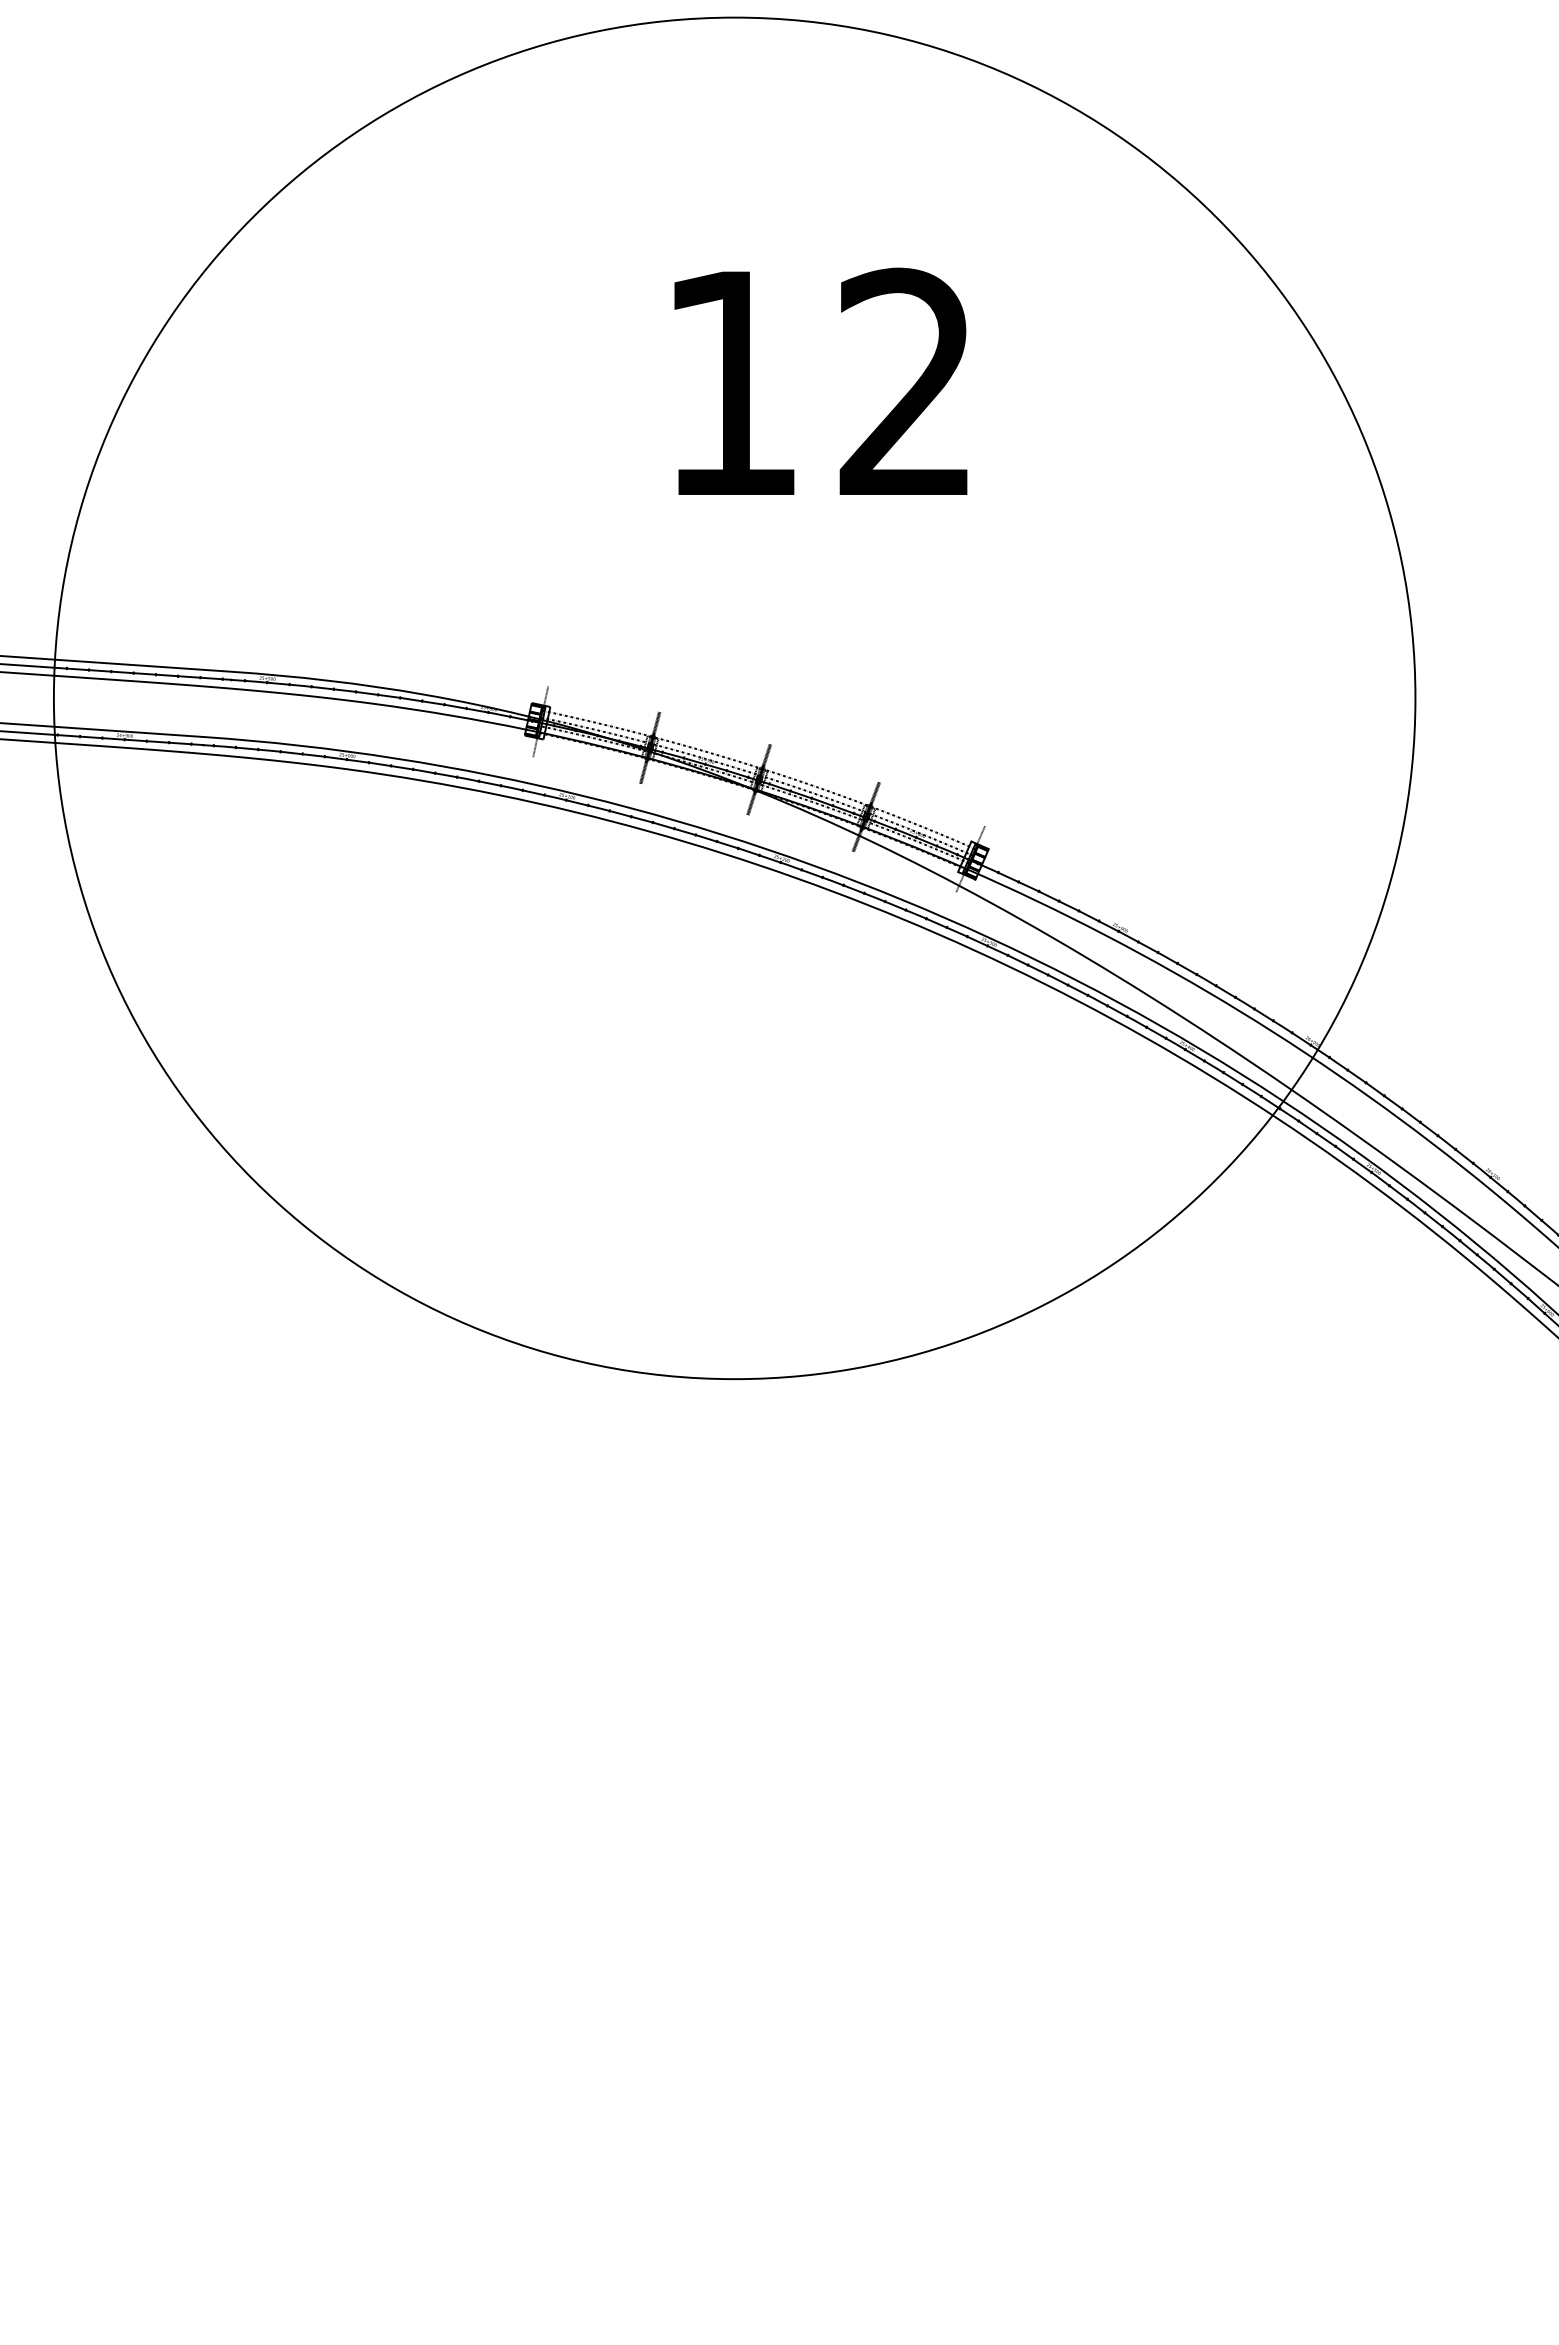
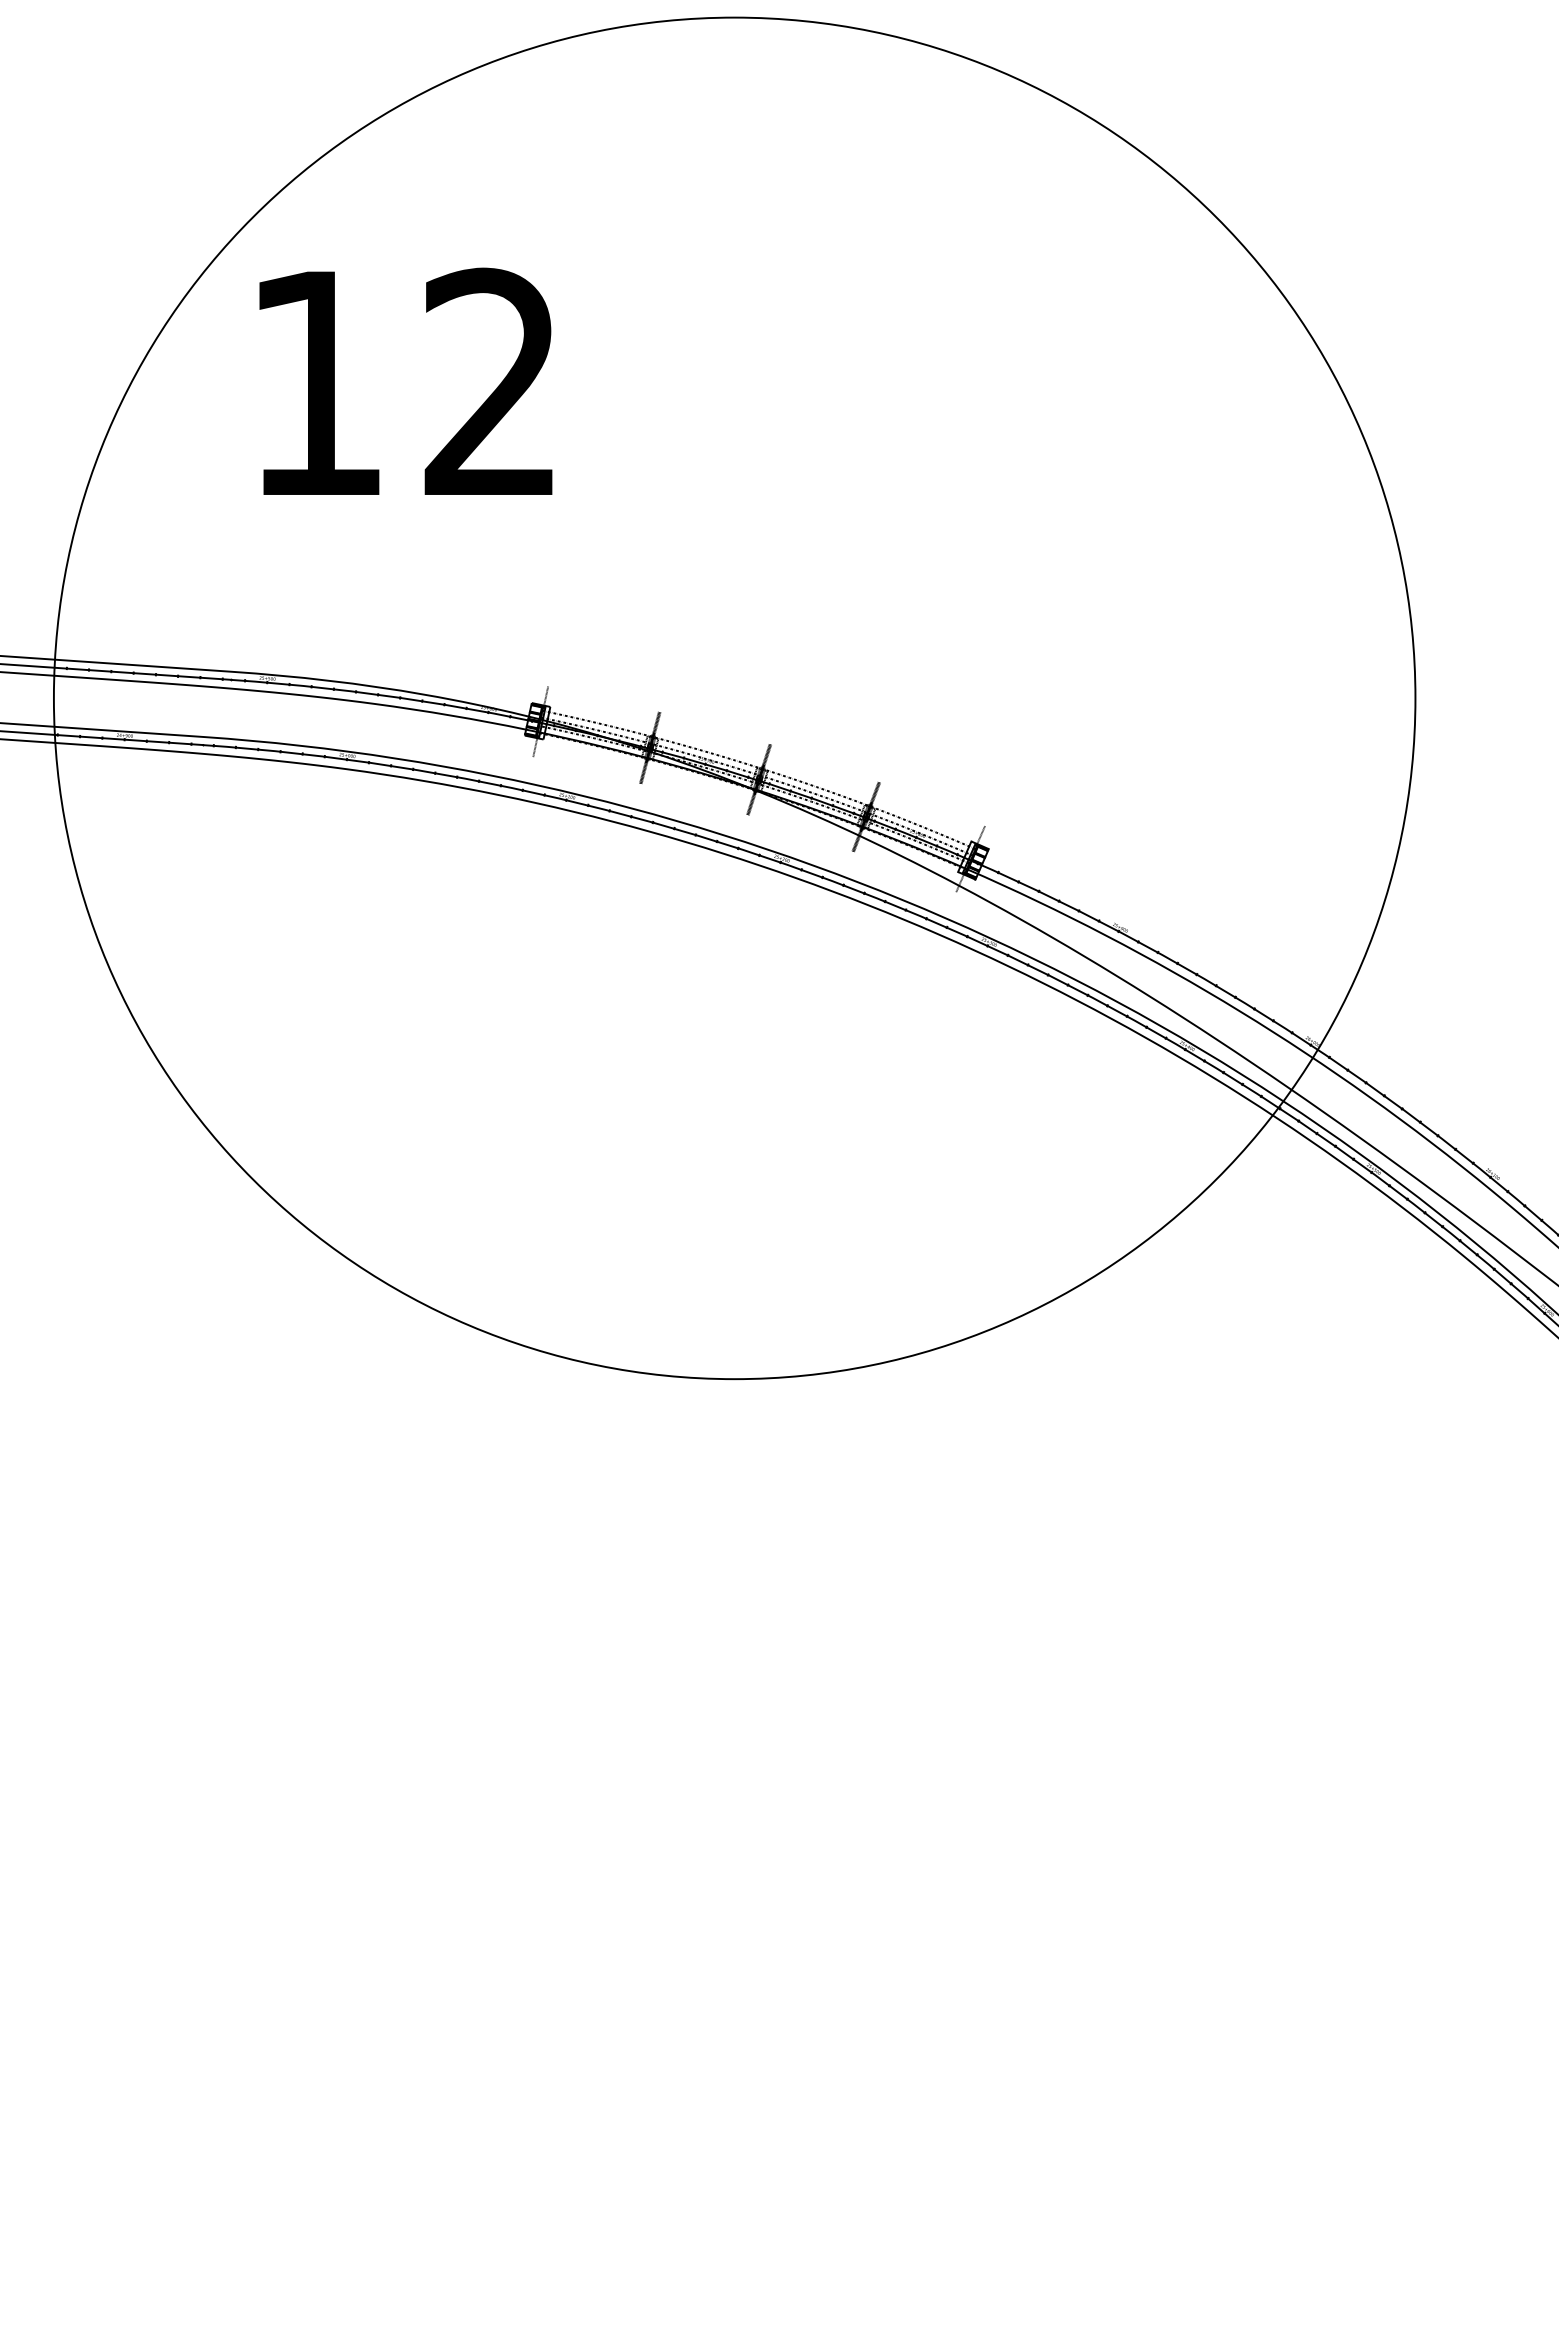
text at (820, 380) position: (820, 380) -> (405, 380)
